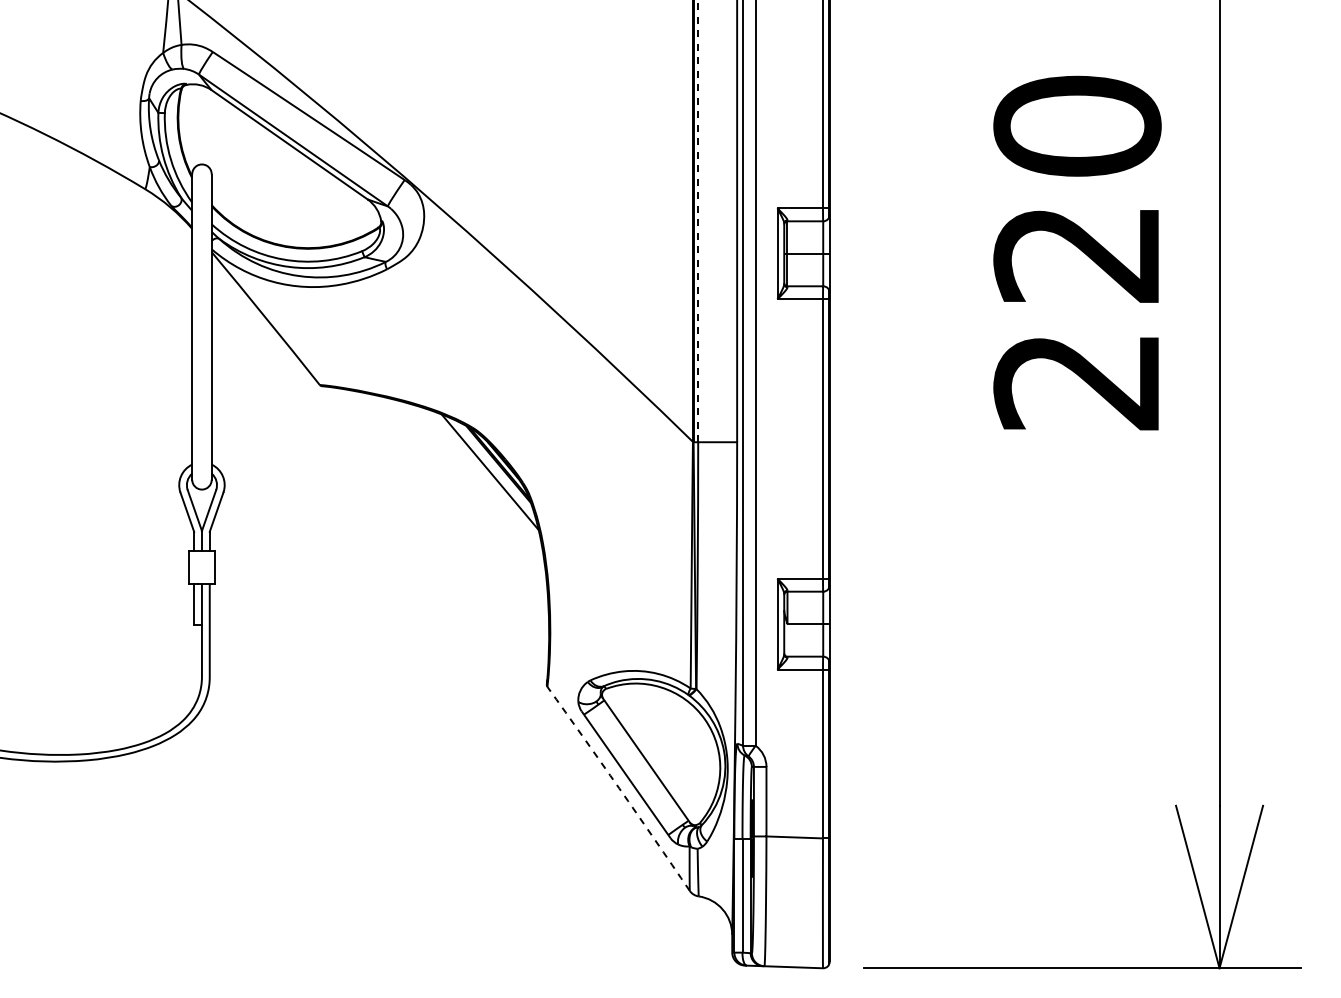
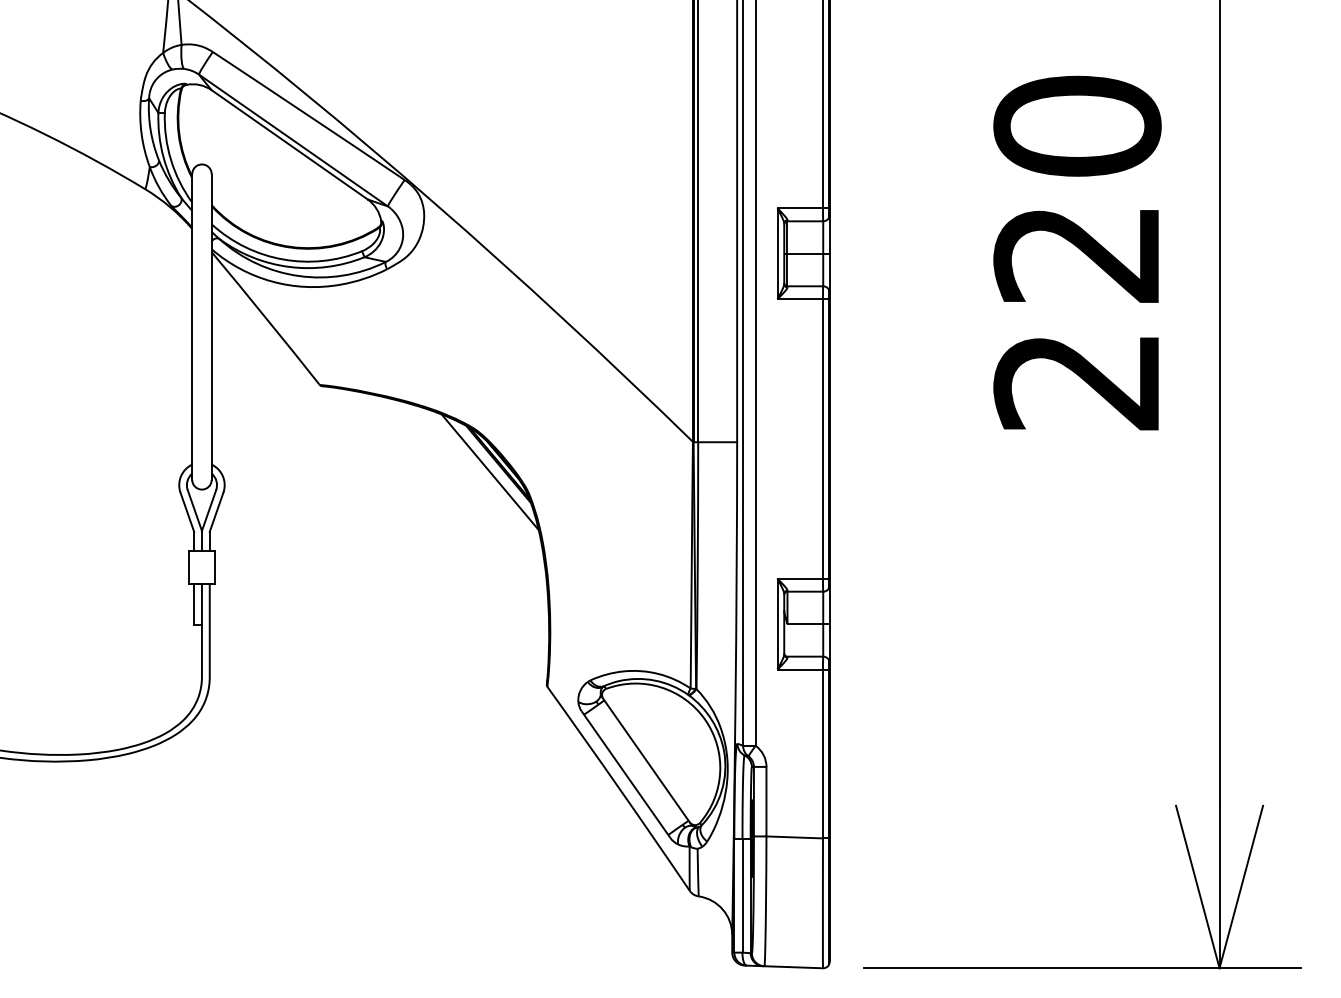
line at (698, 221): dashed -> solid
line at (619, 788): dashed -> solid
